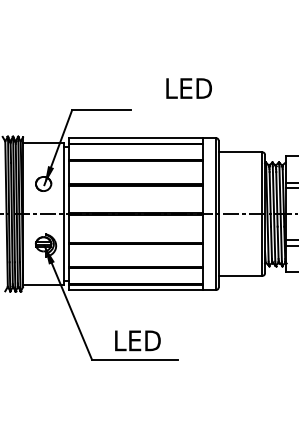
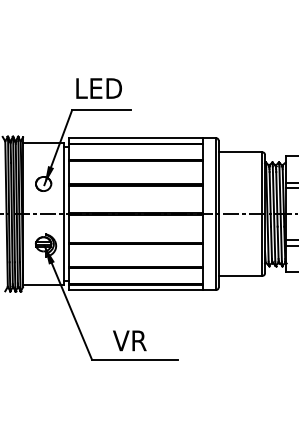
text at (188, 88) position: (188, 88) -> (98, 88)
text at (136, 340): LED -> VR
